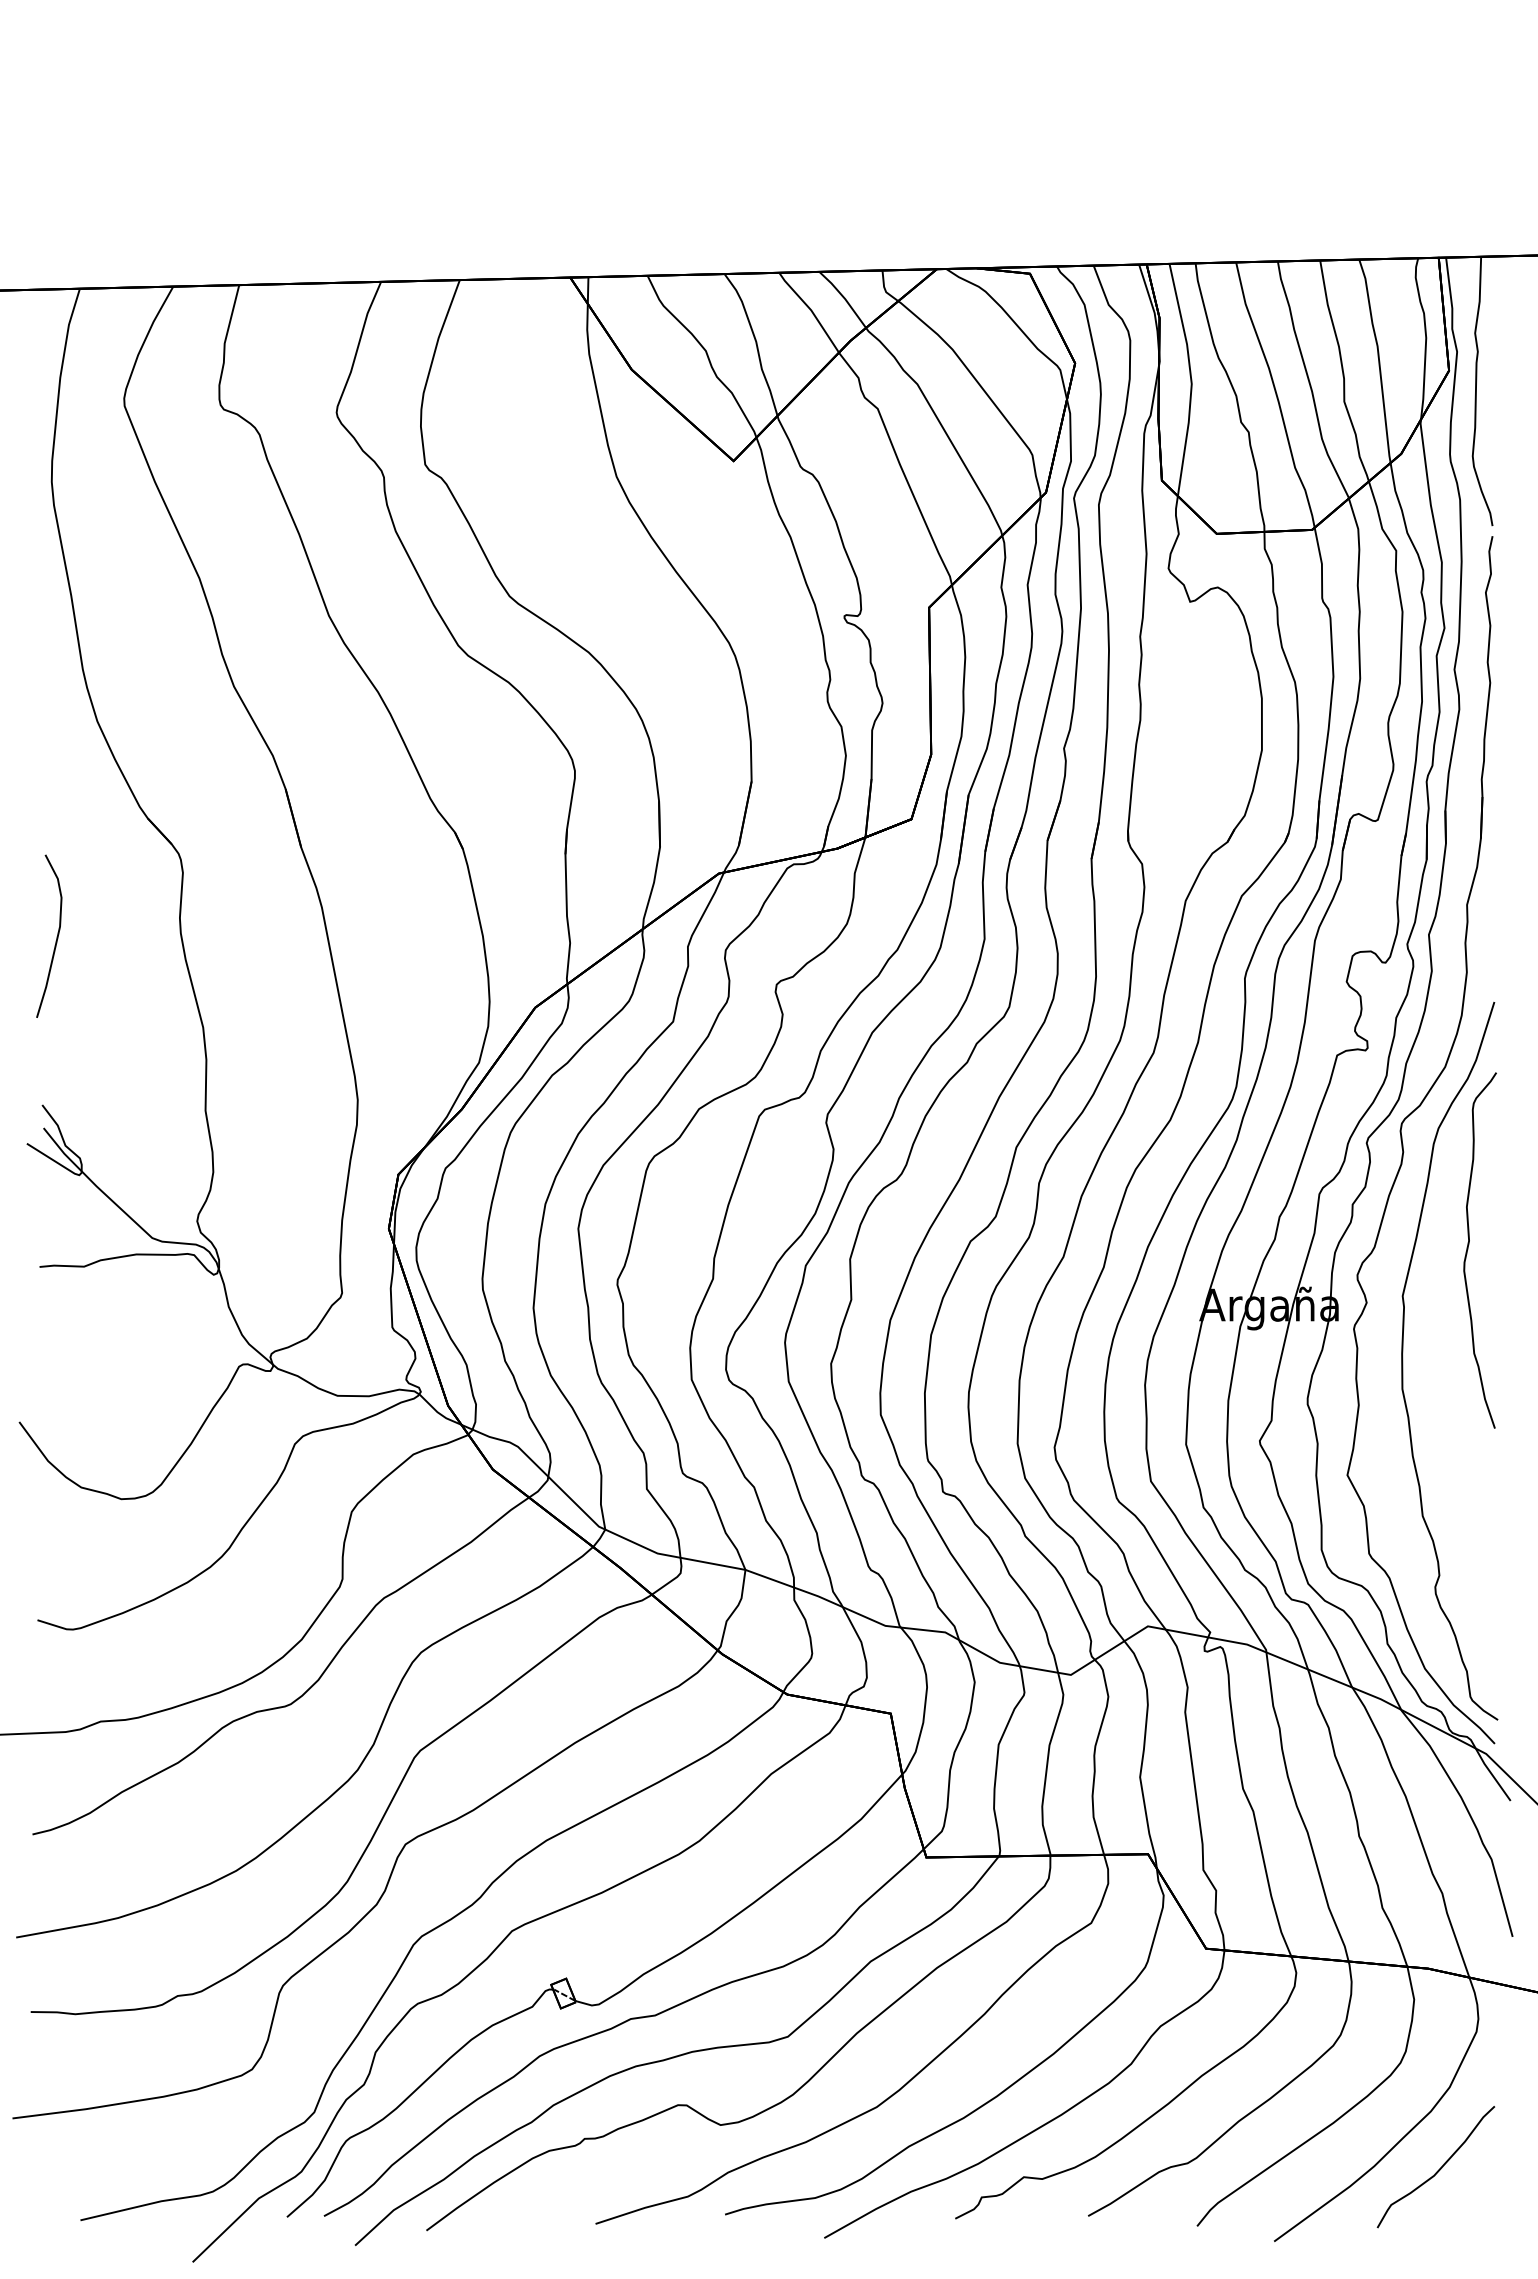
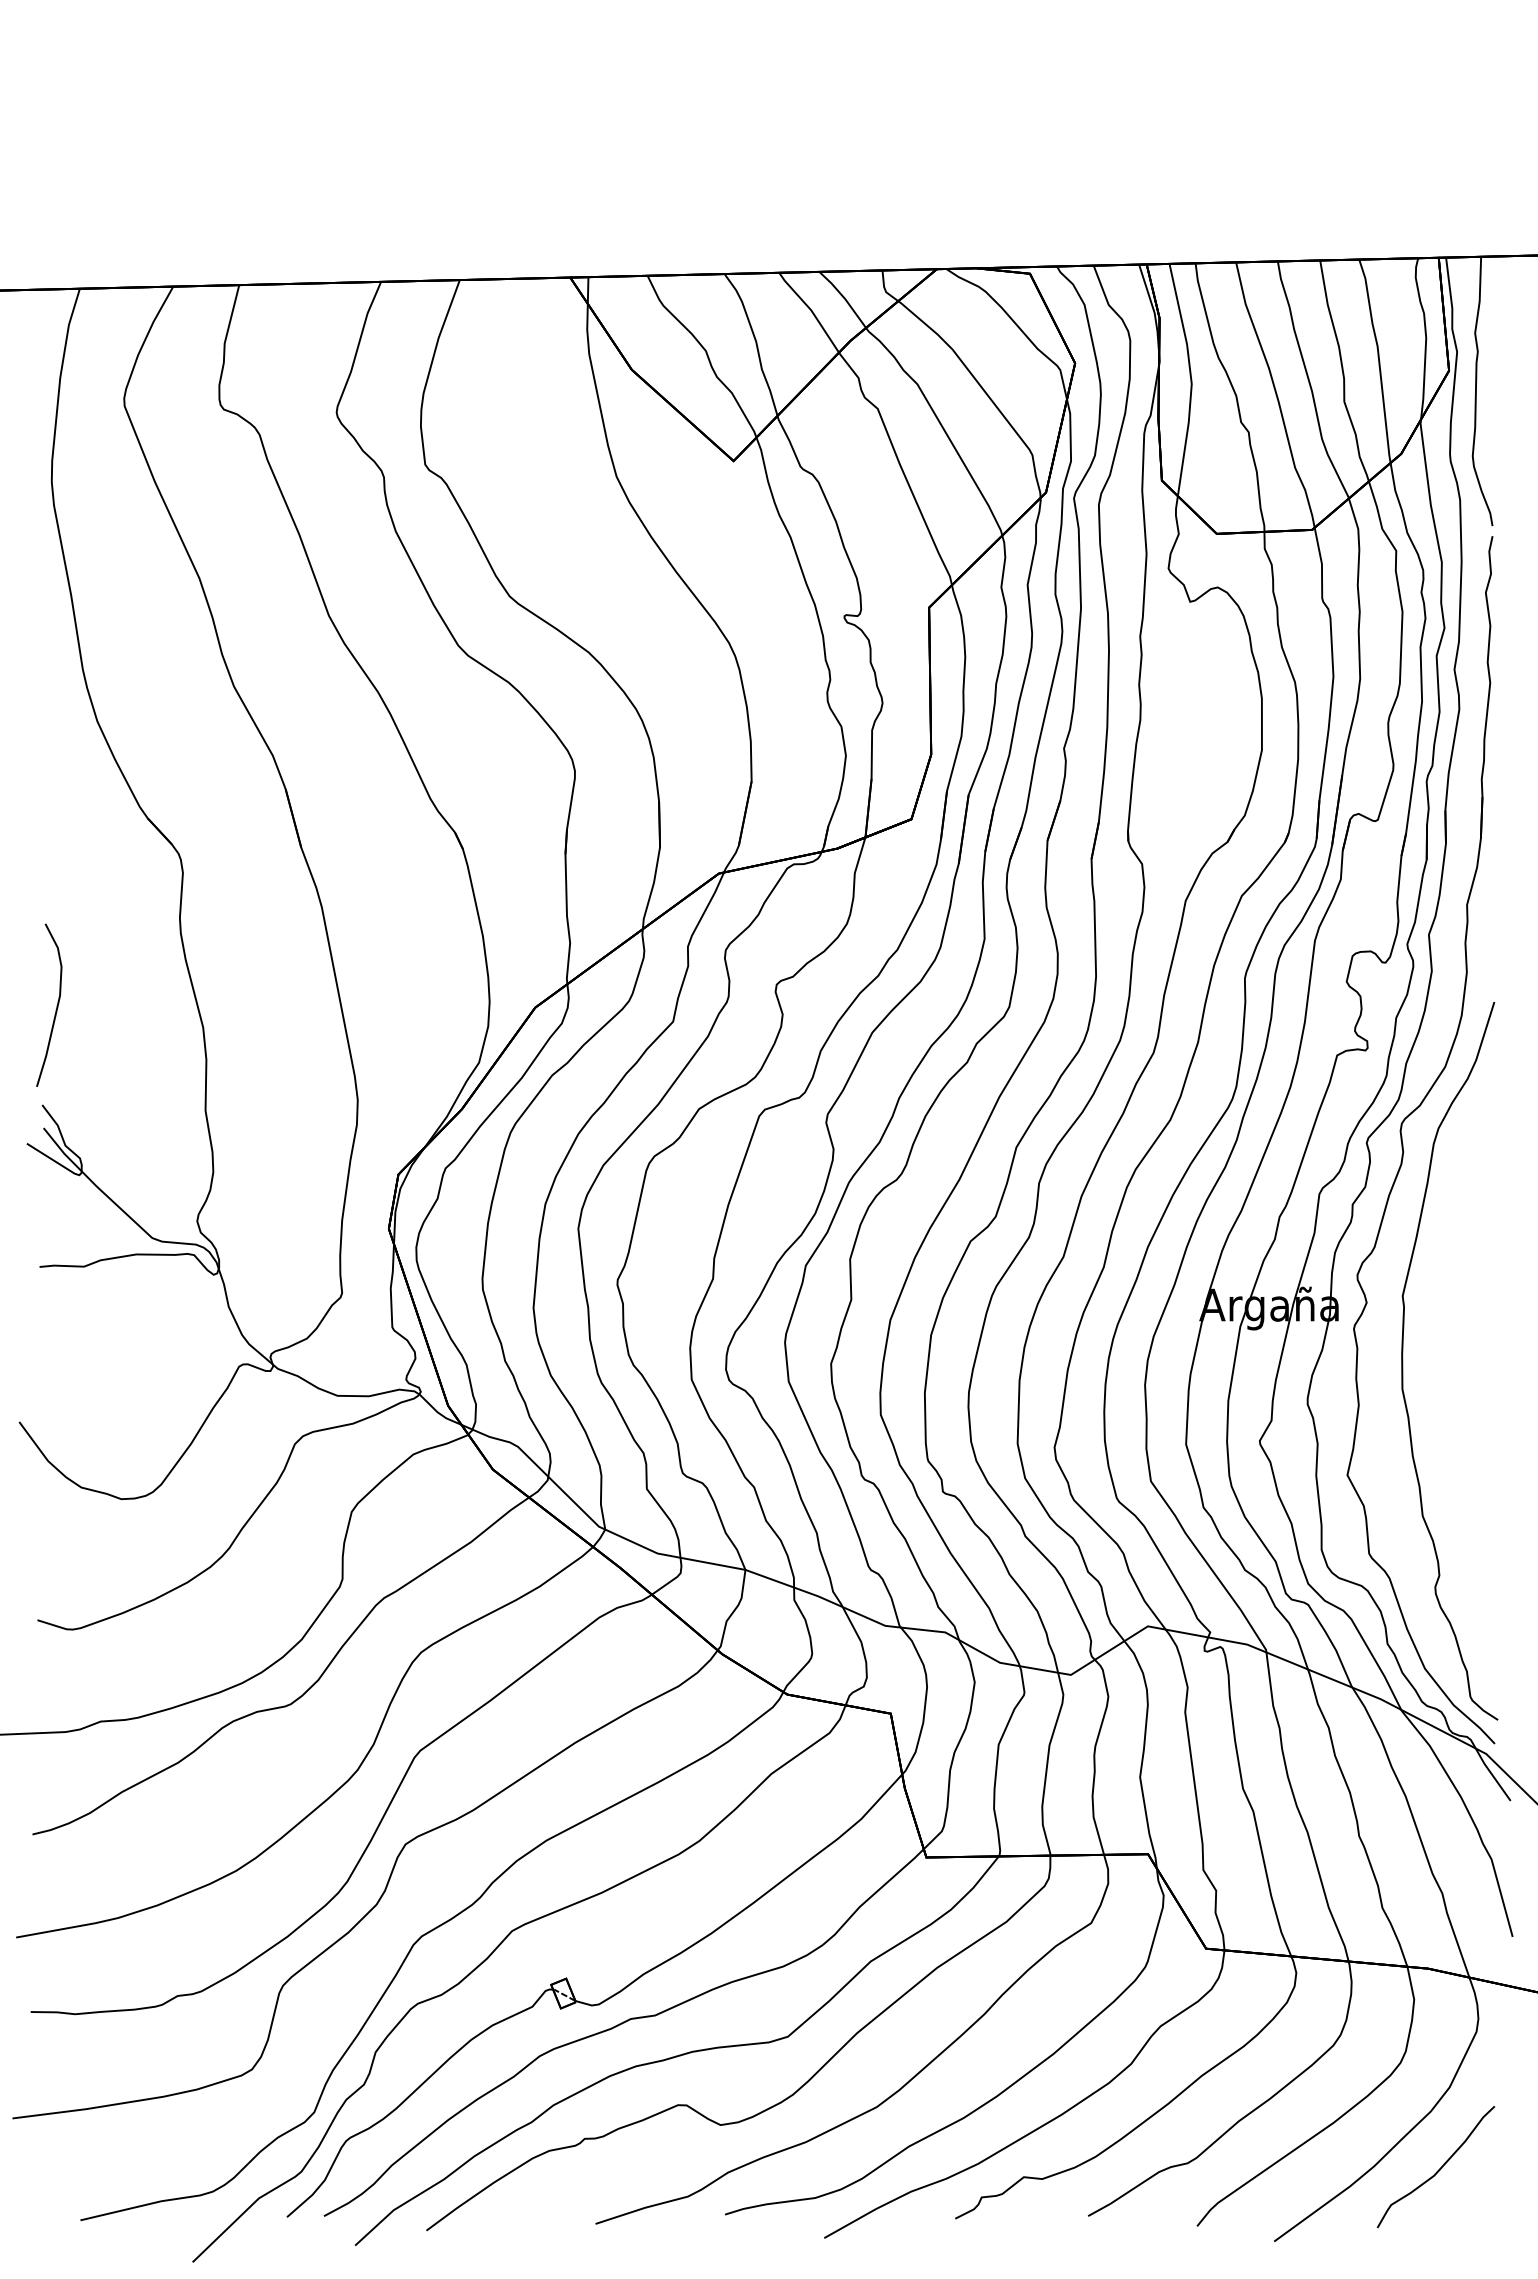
curve at (56, 936) position: (56, 936) -> (56, 1005)
curve at (1468, 1249): present -> none
